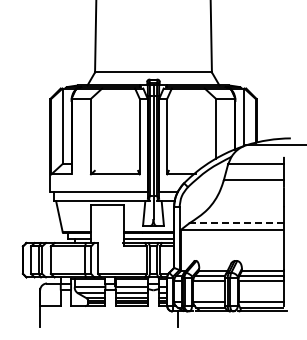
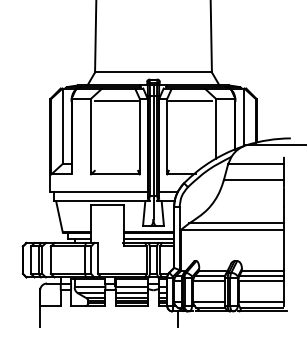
line at (116, 100): none -> present
line at (190, 100): none -> present
line at (236, 223): dashed -> solid
